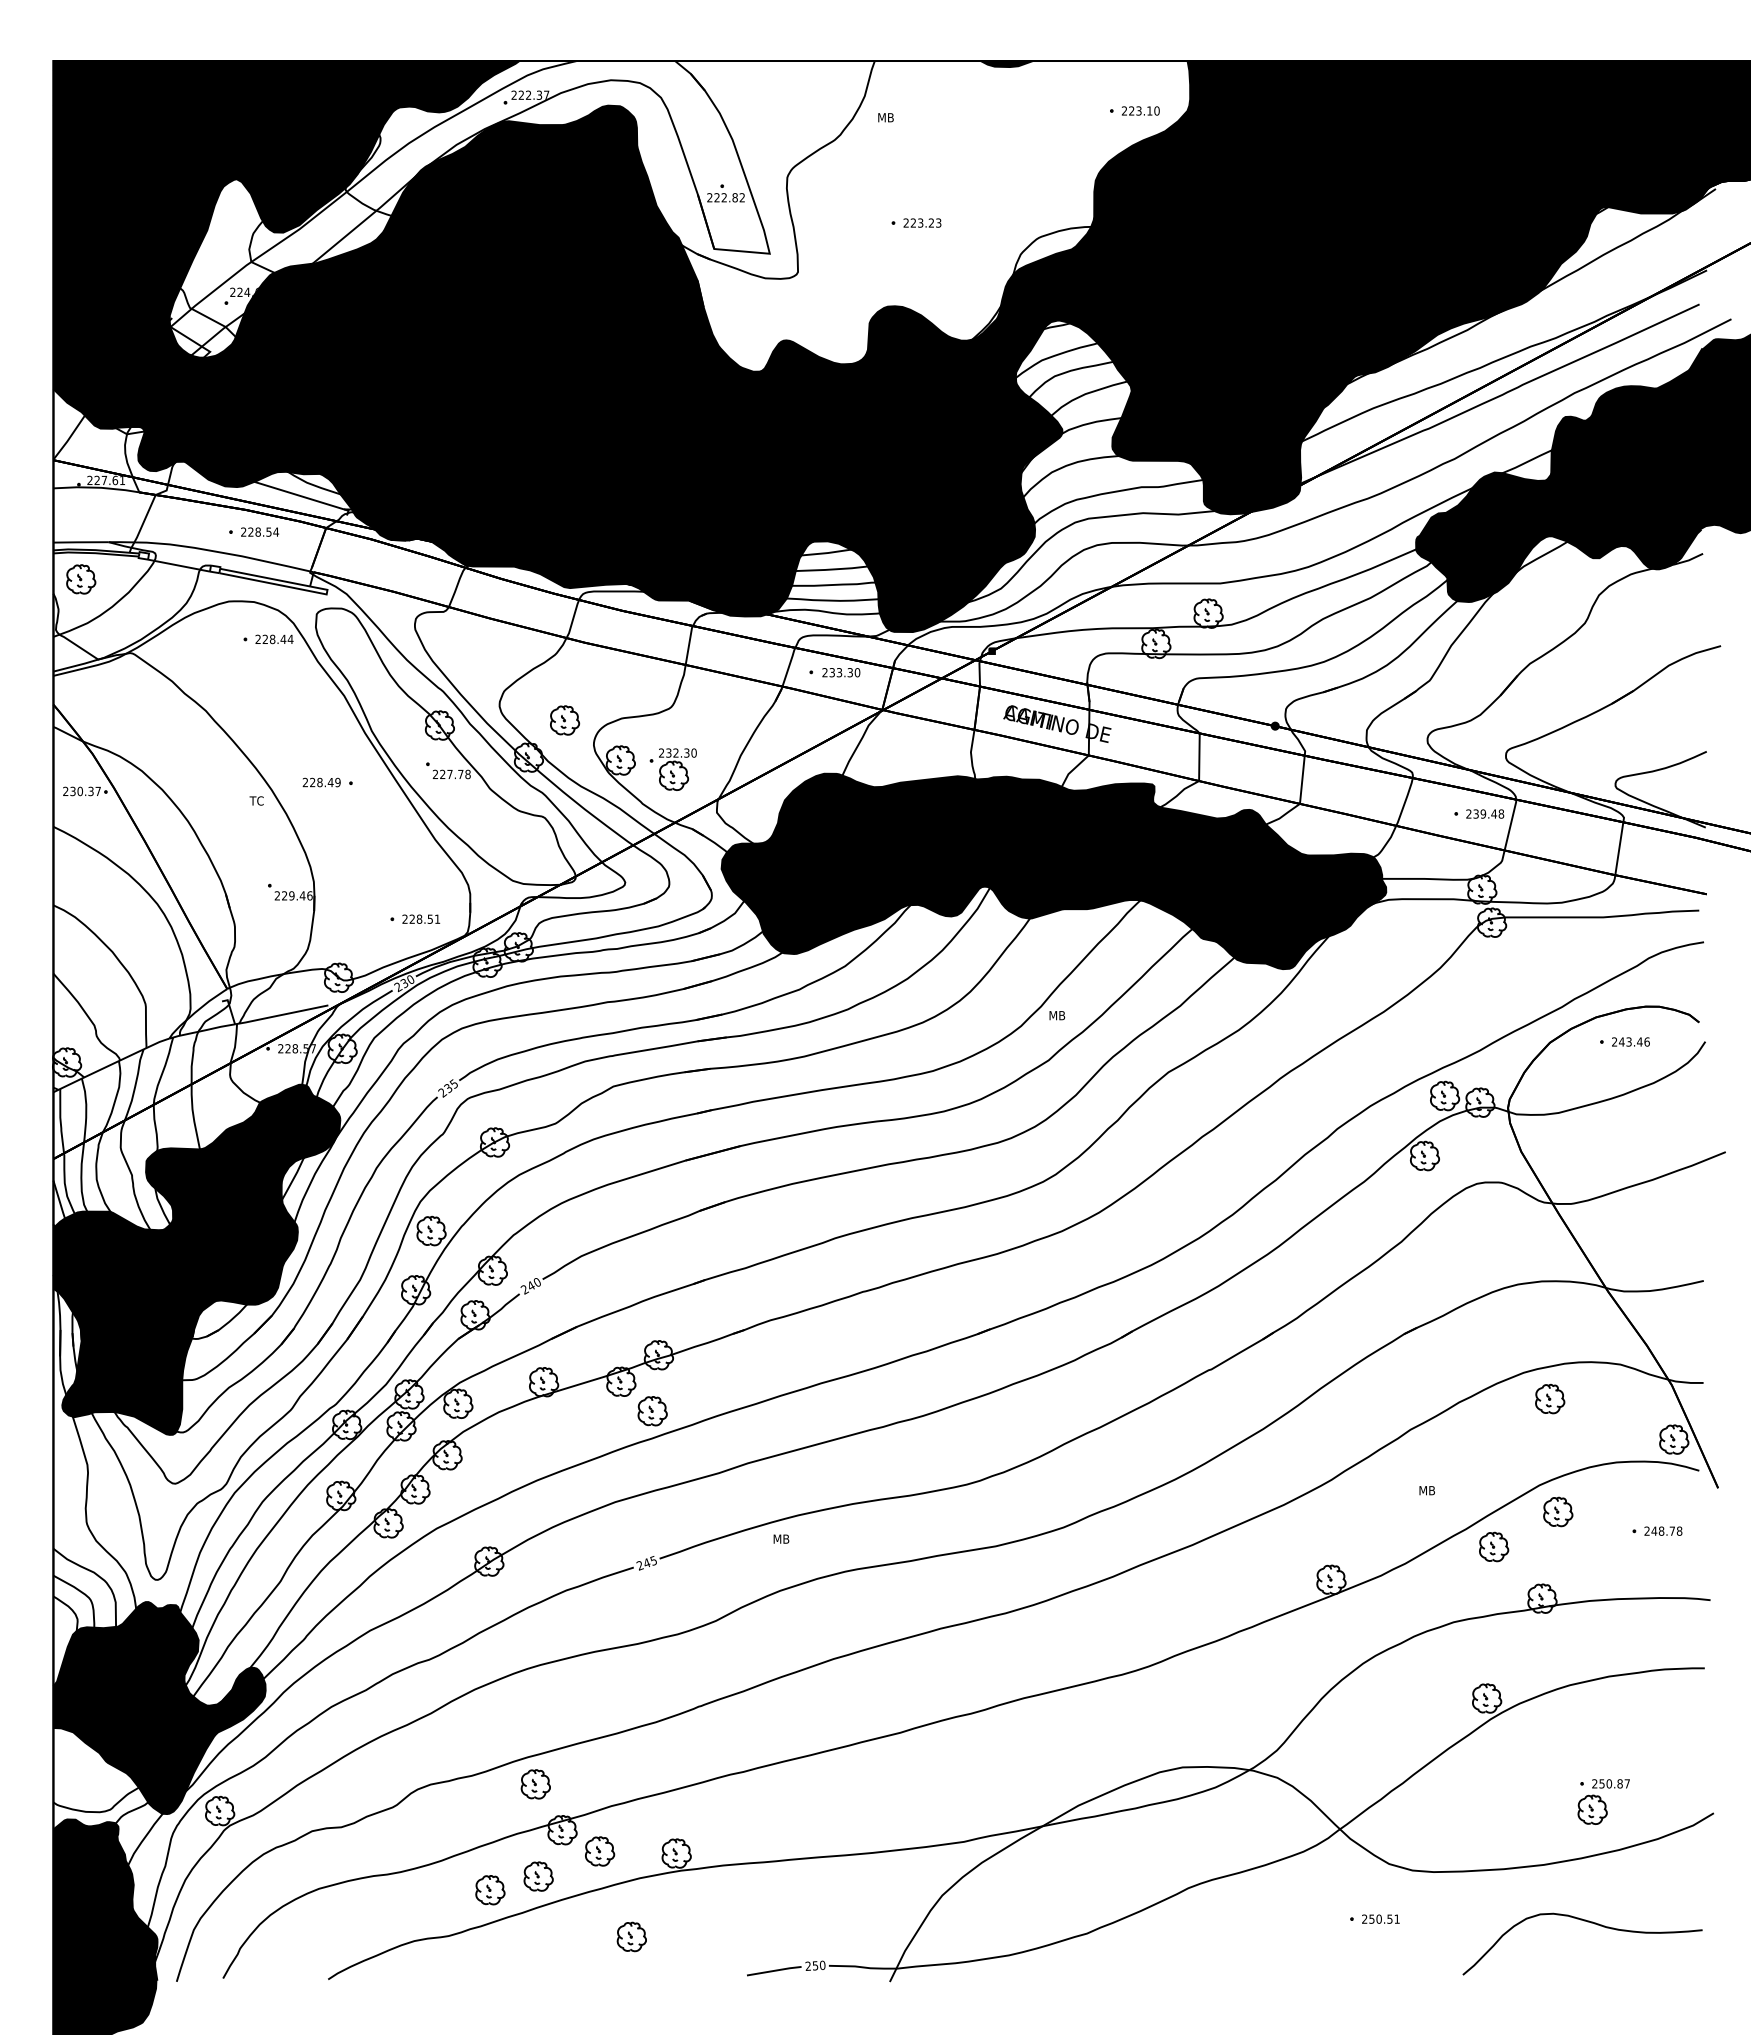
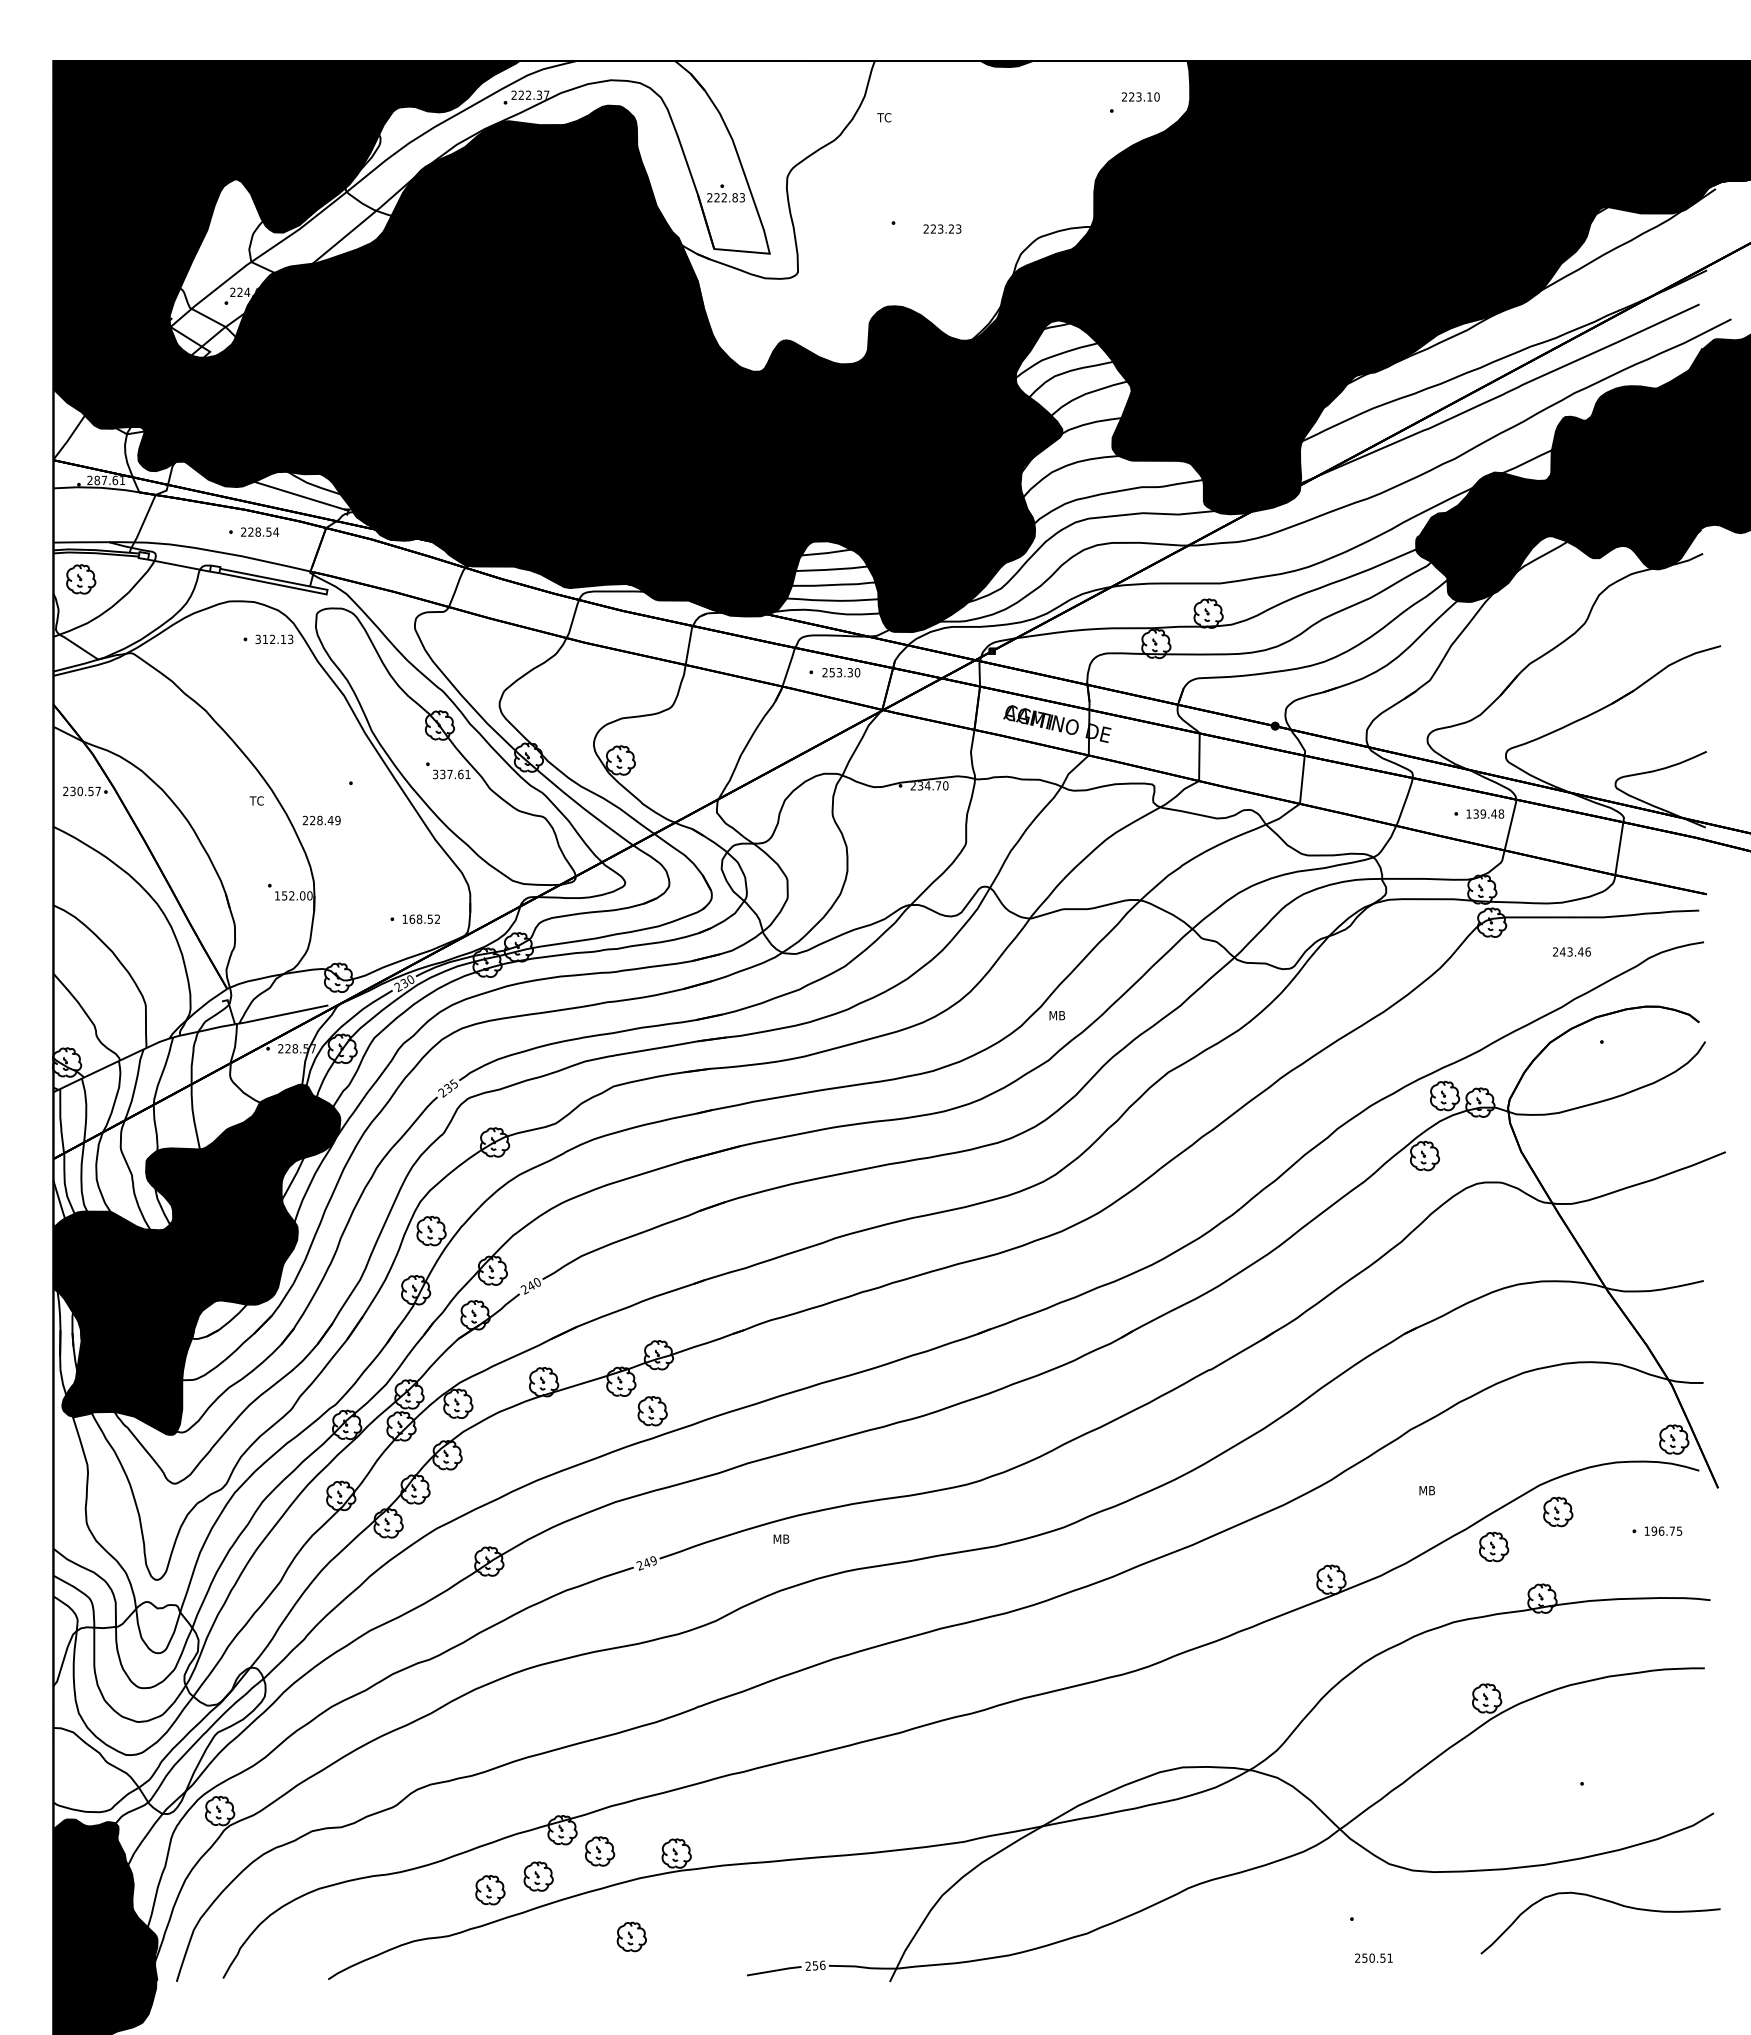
text at (1140, 110) position: (1140, 110) -> (1140, 96)
text at (885, 117): MB -> TC
text at (741, 198): 222.82 -> 222.83
text at (922, 222) position: (922, 222) -> (942, 228)
text at (96, 480): 227.61 -> 287.61
text at (274, 639): 228.44 -> 312.13
text at (832, 672): 233.30 -> 253.30
part at (565, 720): present -> none
part at (672, 769): present -> none
text at (451, 774): 227.78 -> 337.61
text at (321, 782) position: (321, 782) -> (321, 820)
text at (90, 790): 230.37 -> 230.57
text at (1468, 813): 239.48 -> 139.48
fill at (1053, 871): present -> none
text at (293, 895): 229.46 -> 152.00
text at (420, 918): 228.51 -> 168.52
text at (1630, 1041) position: (1630, 1041) -> (1571, 951)
part at (1550, 1399): present -> none
text at (1663, 1530): 248.78 -> 196.75
text at (653, 1560): 245 -> 249
fill at (159, 1708): present -> none
part at (535, 1784): present -> none
part at (1603, 1801): present -> none
text at (1380, 1918) position: (1380, 1918) -> (1373, 1957)
curve at (1587, 1922) position: (1587, 1922) -> (1605, 1901)
text at (822, 1964): 250 -> 256
